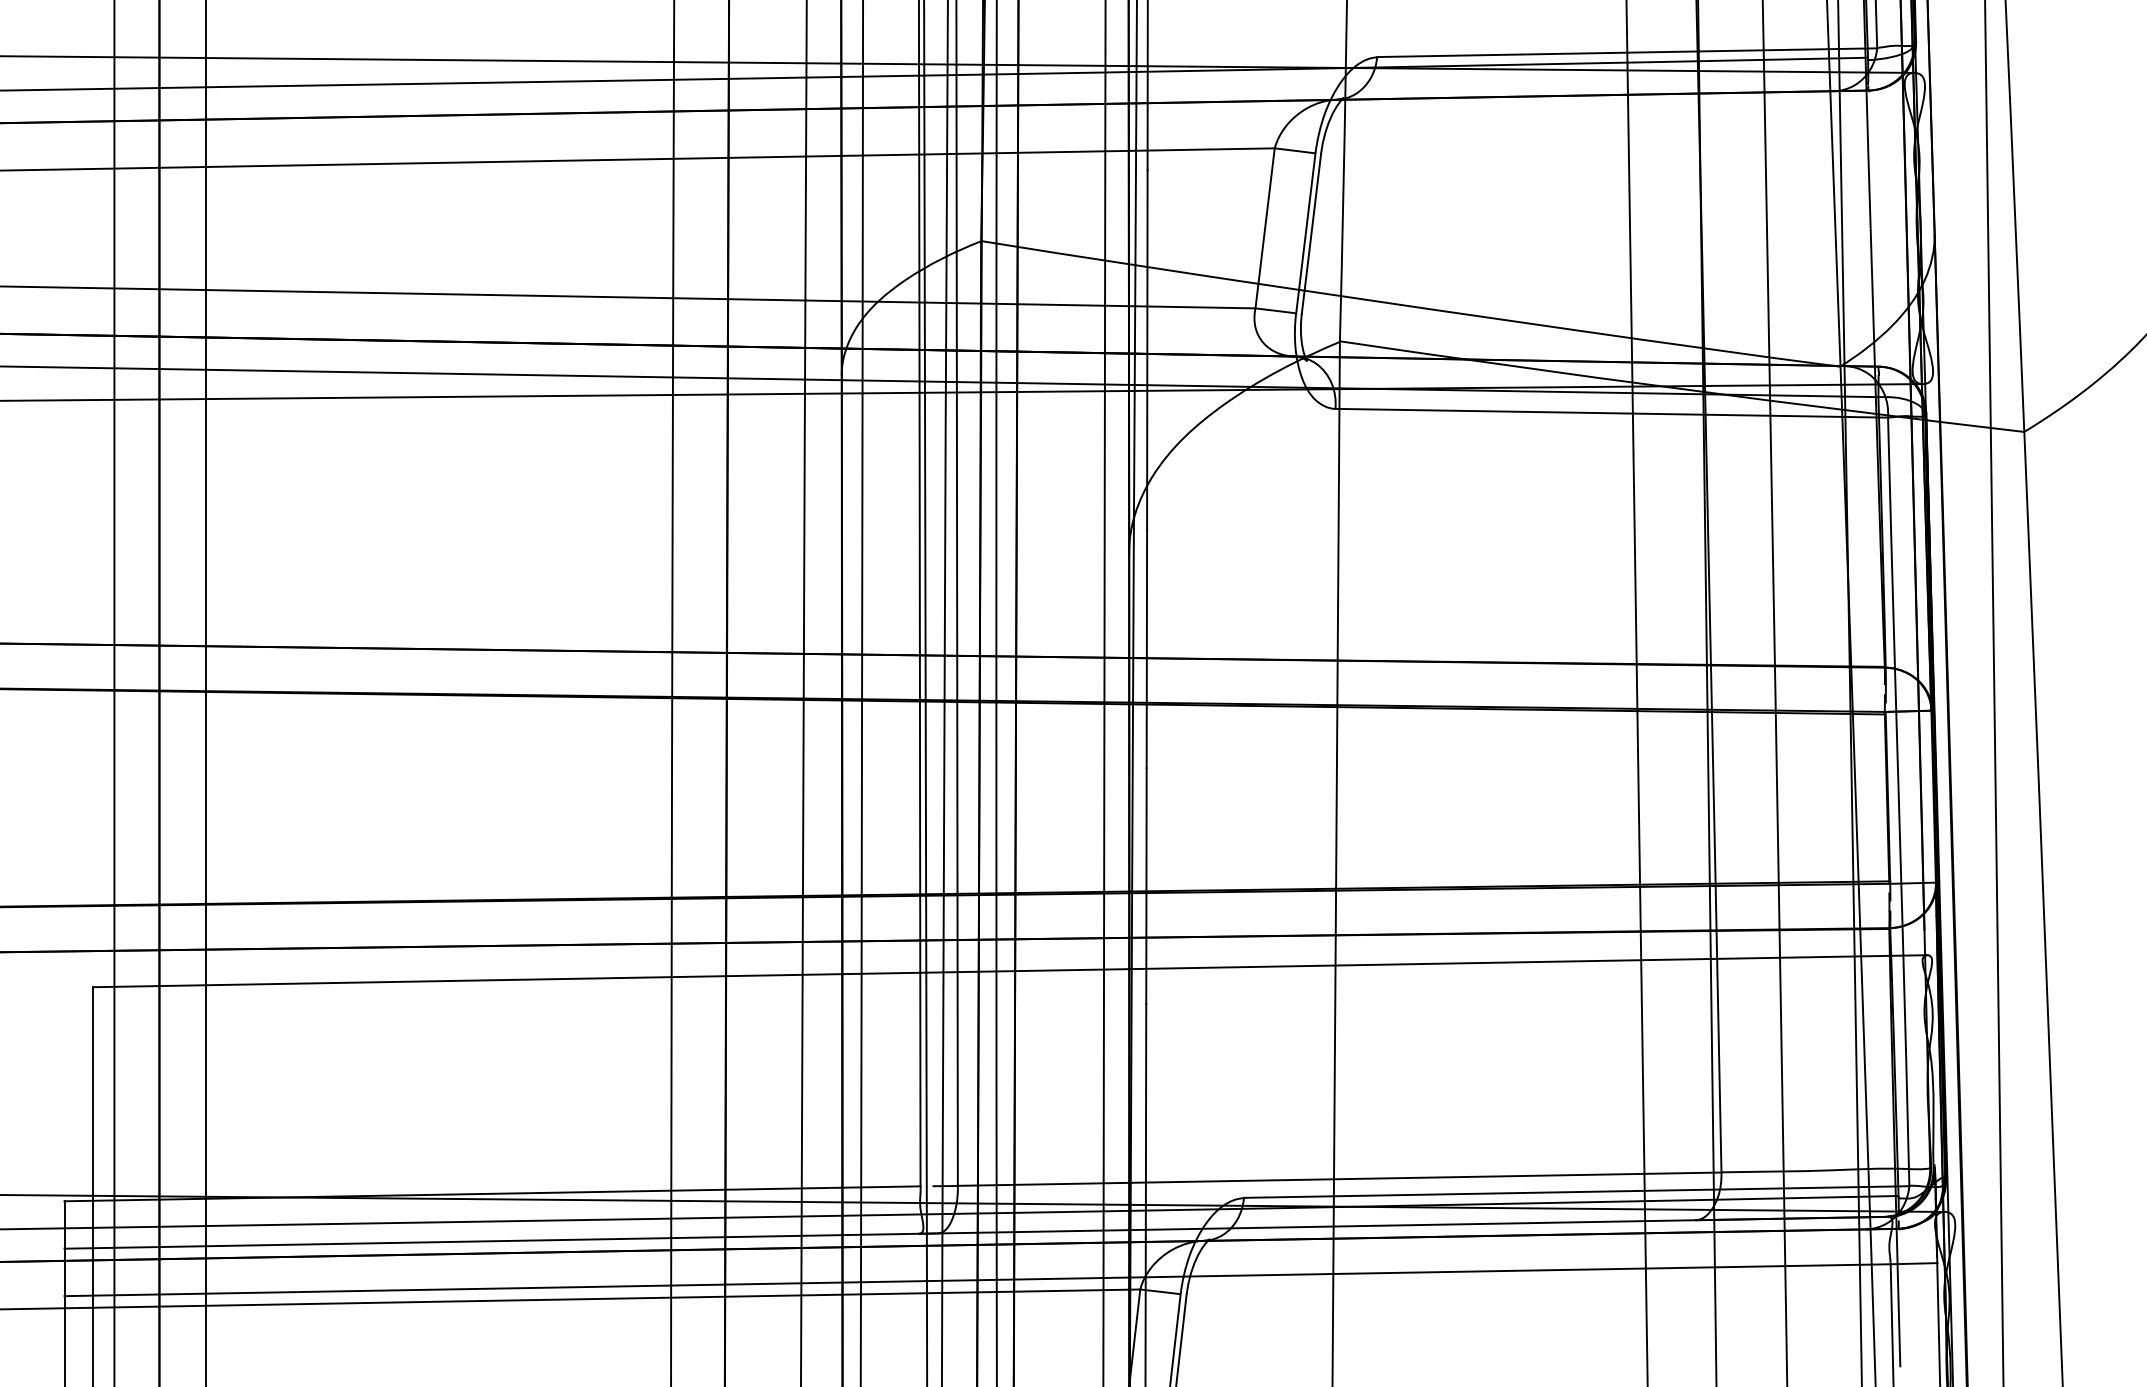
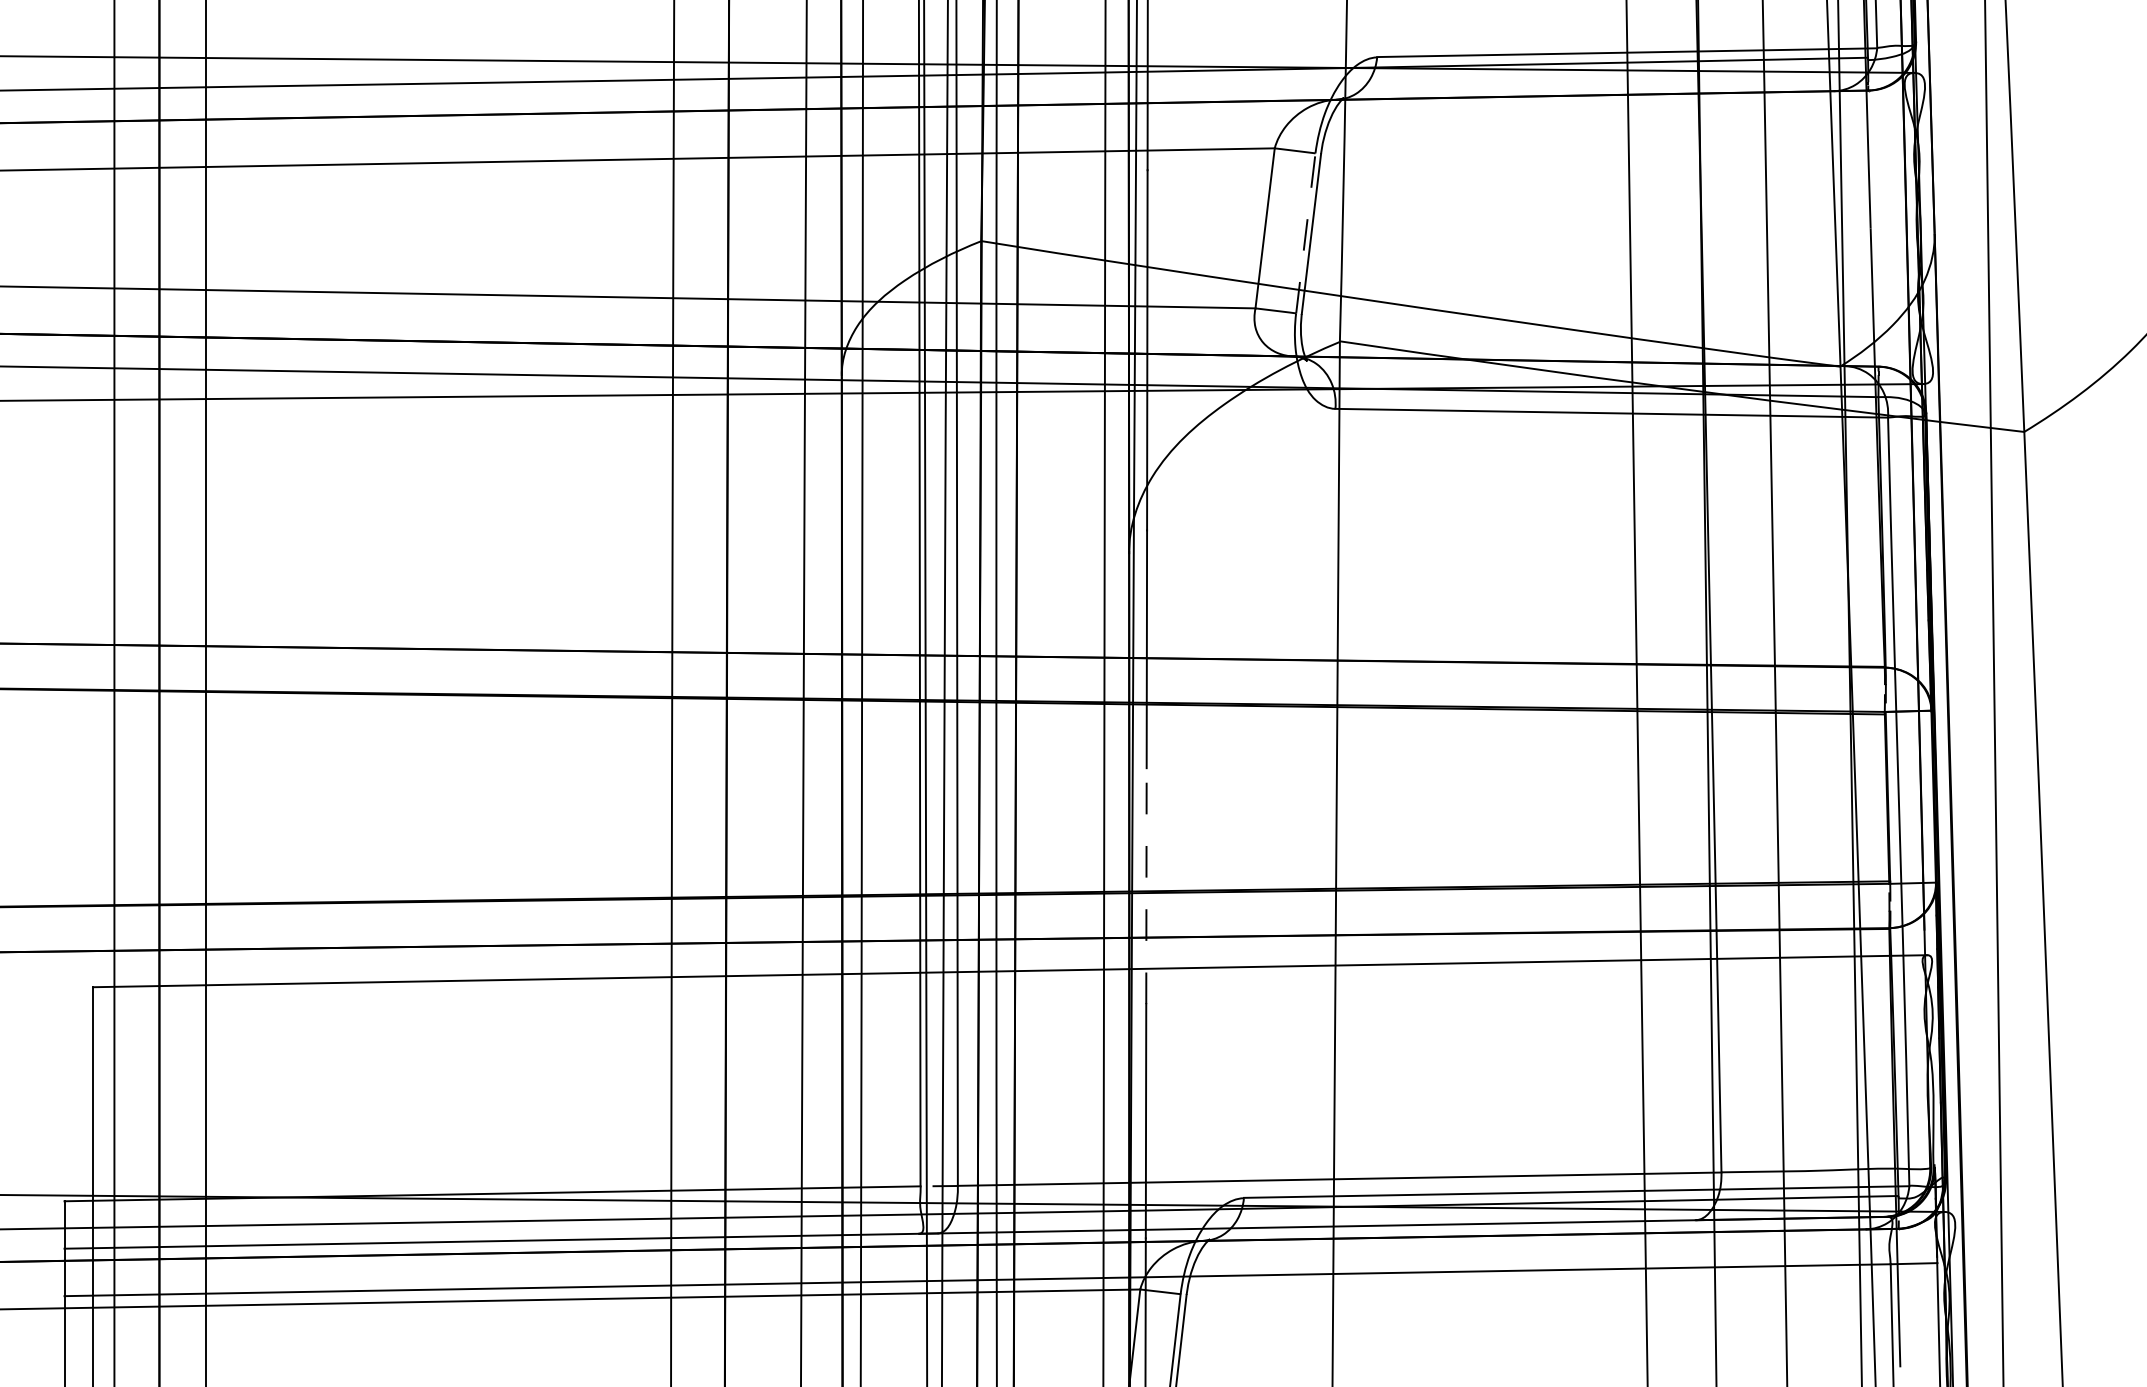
line at (1305, 233): solid -> dashed
line at (1146, 886): solid -> dashed
